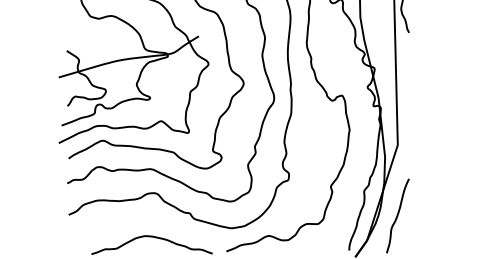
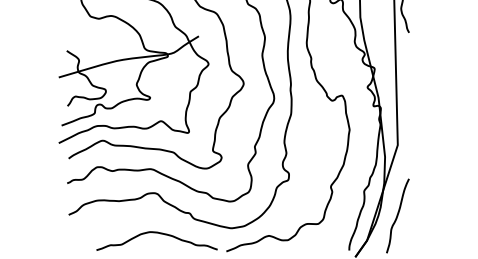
curve at (151, 237) position: (151, 237) -> (156, 233)
